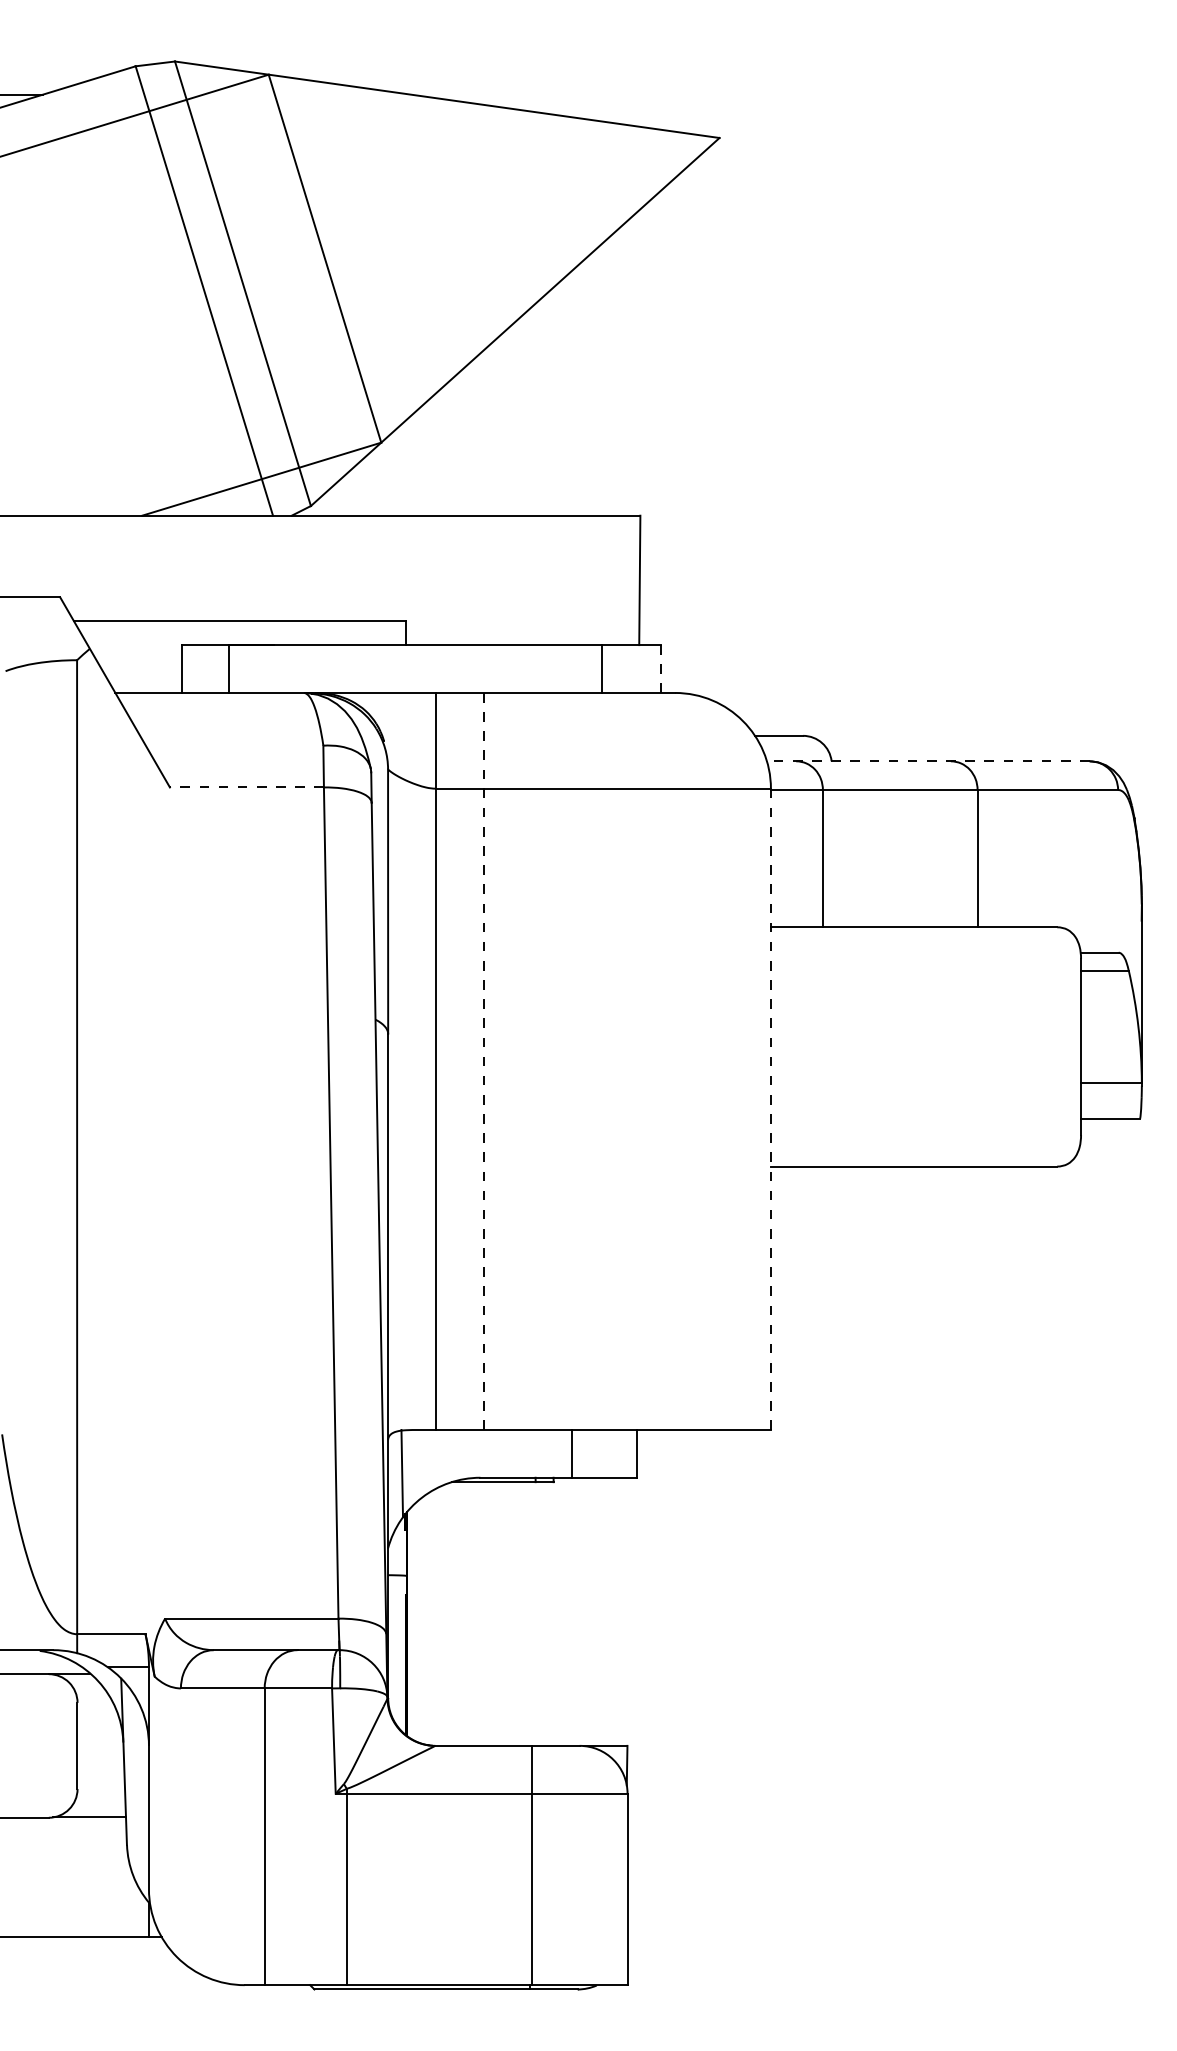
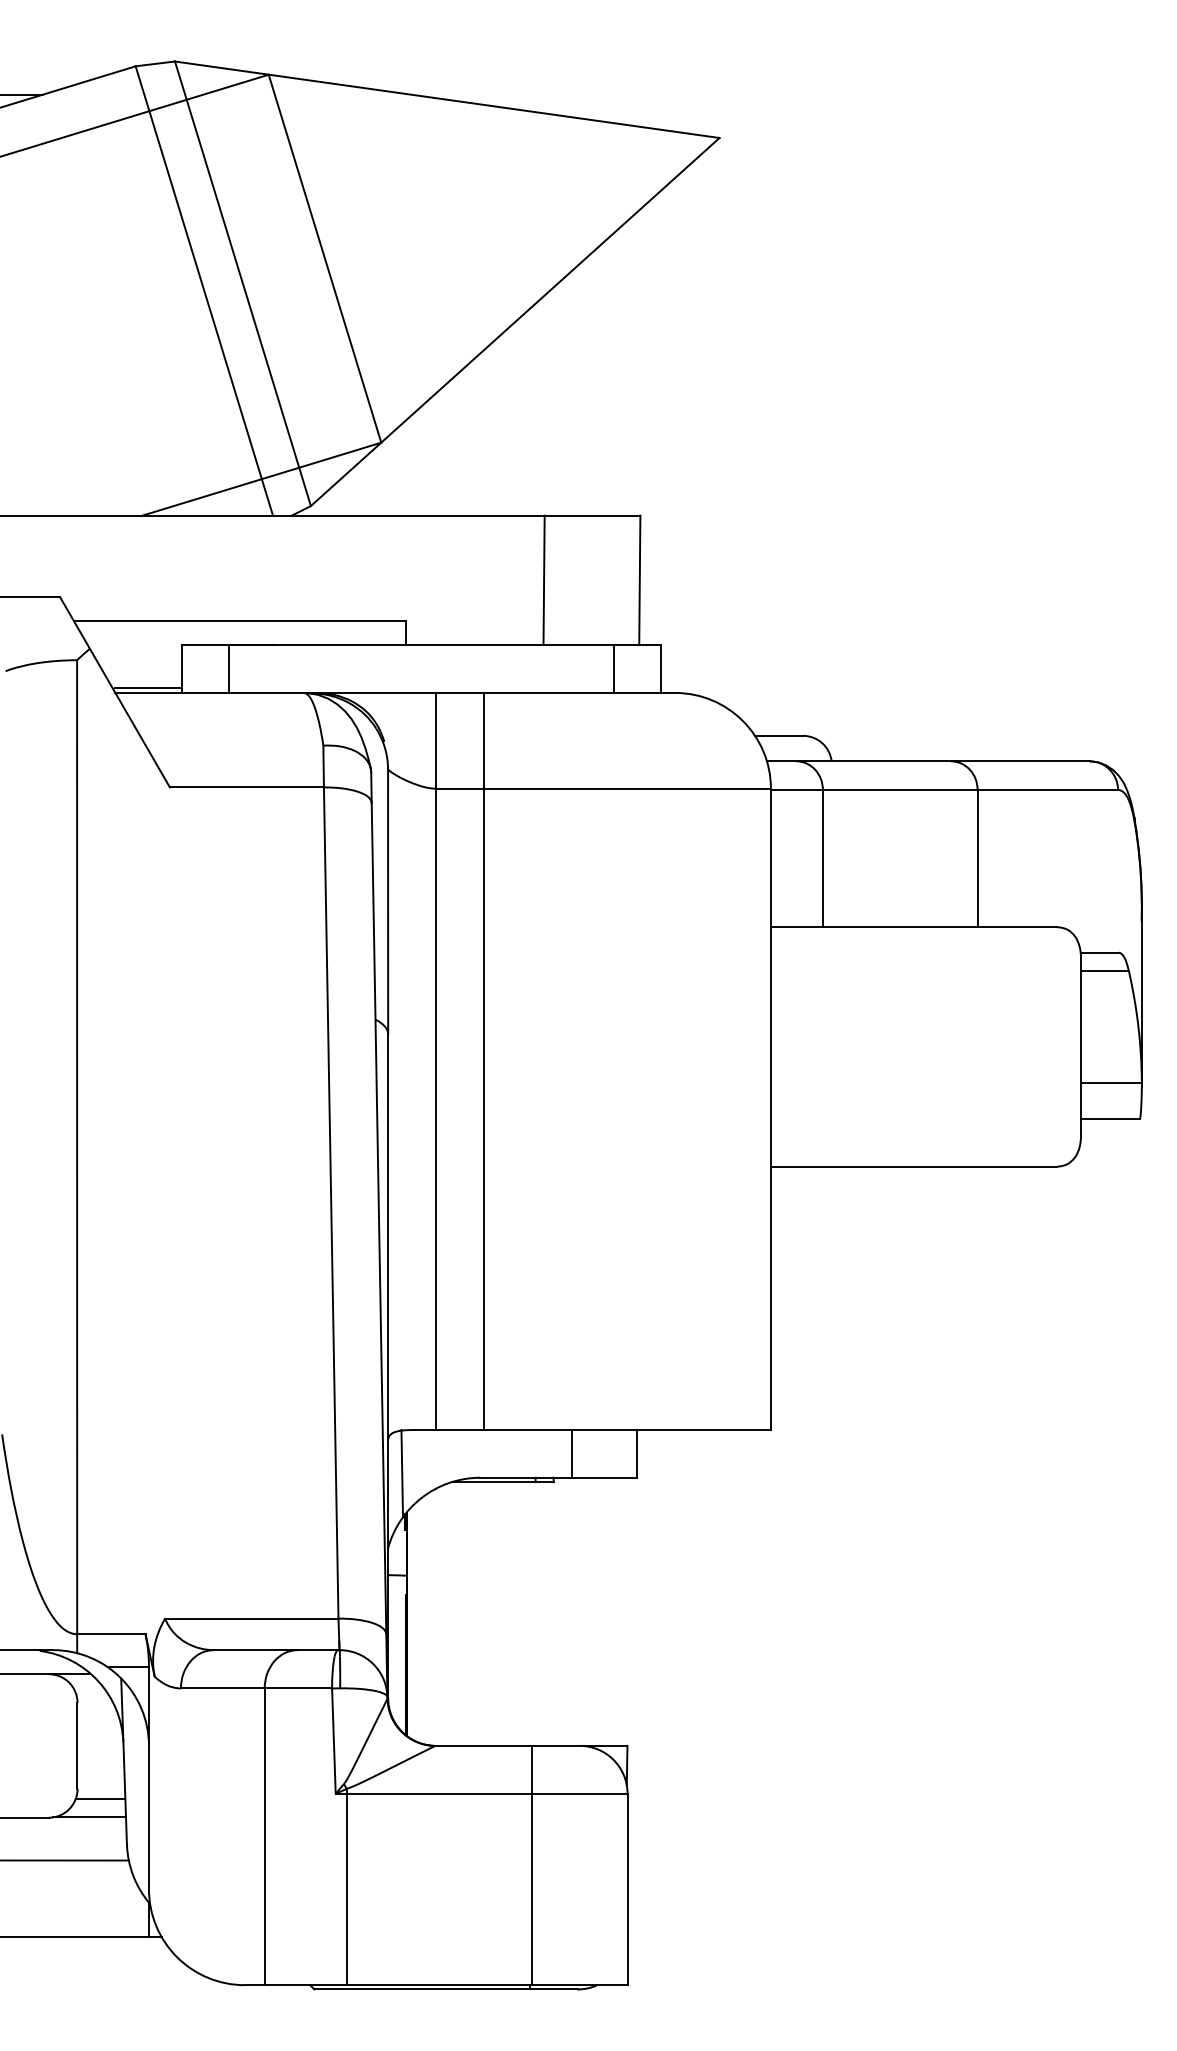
line at (543, 580): none -> present
line at (601, 668) position: (601, 668) -> (613, 668)
line at (660, 669): dashed -> solid
line at (148, 688): none -> present
line at (927, 761): dashed -> solid
line at (246, 787): dashed -> solid
line at (483, 1061): dashed -> solid
line at (770, 1109): dashed -> solid
line at (101, 1798): none -> present
line at (65, 1860): none -> present
